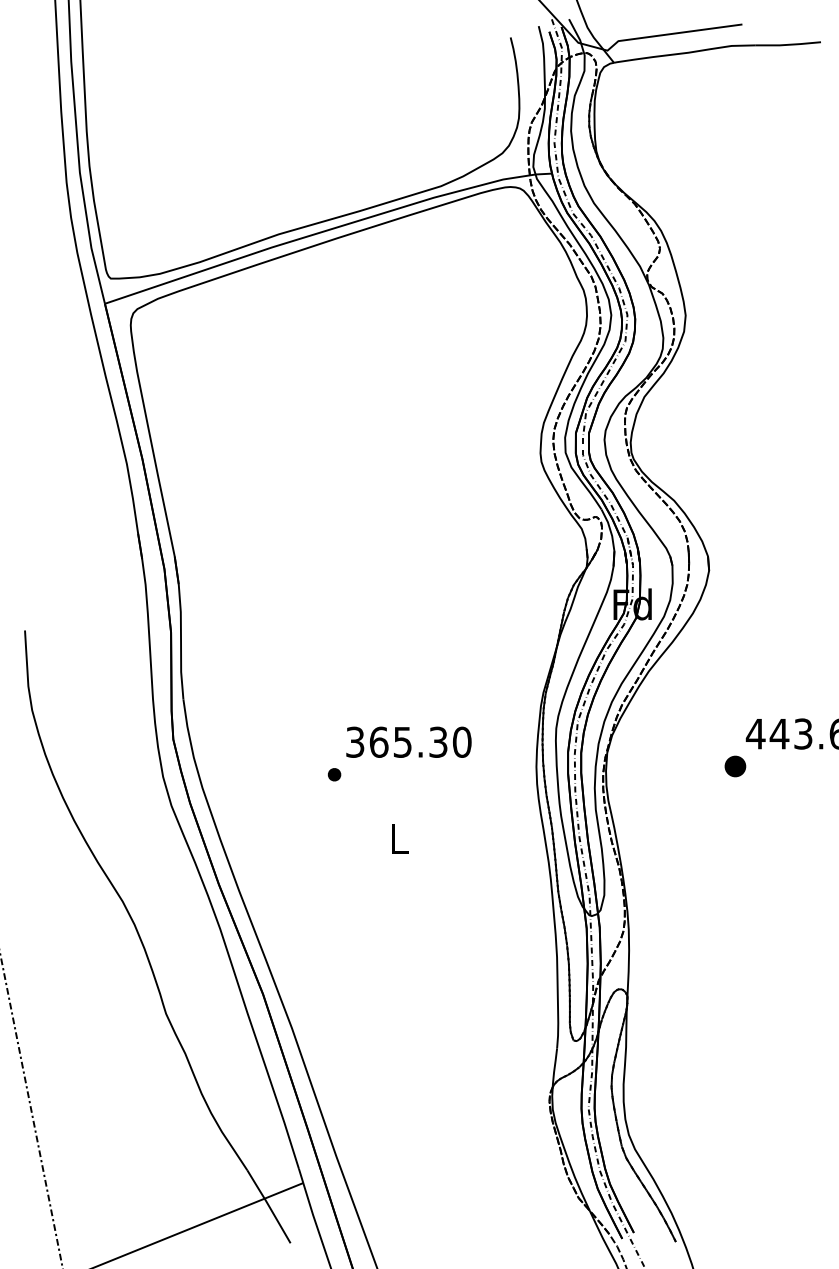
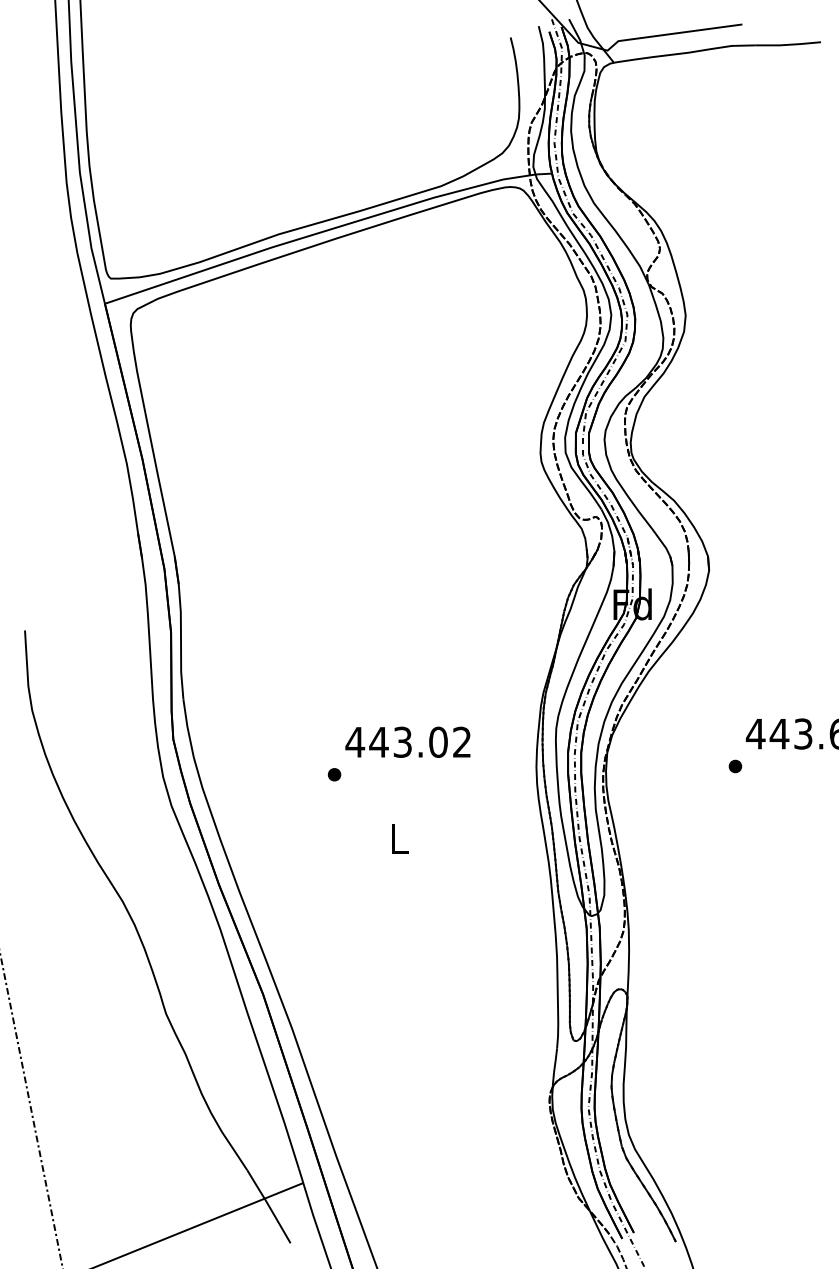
text at (408, 741): 365.30 -> 443.02
part at (735, 766) size: 23x23 px -> 15x15 px
